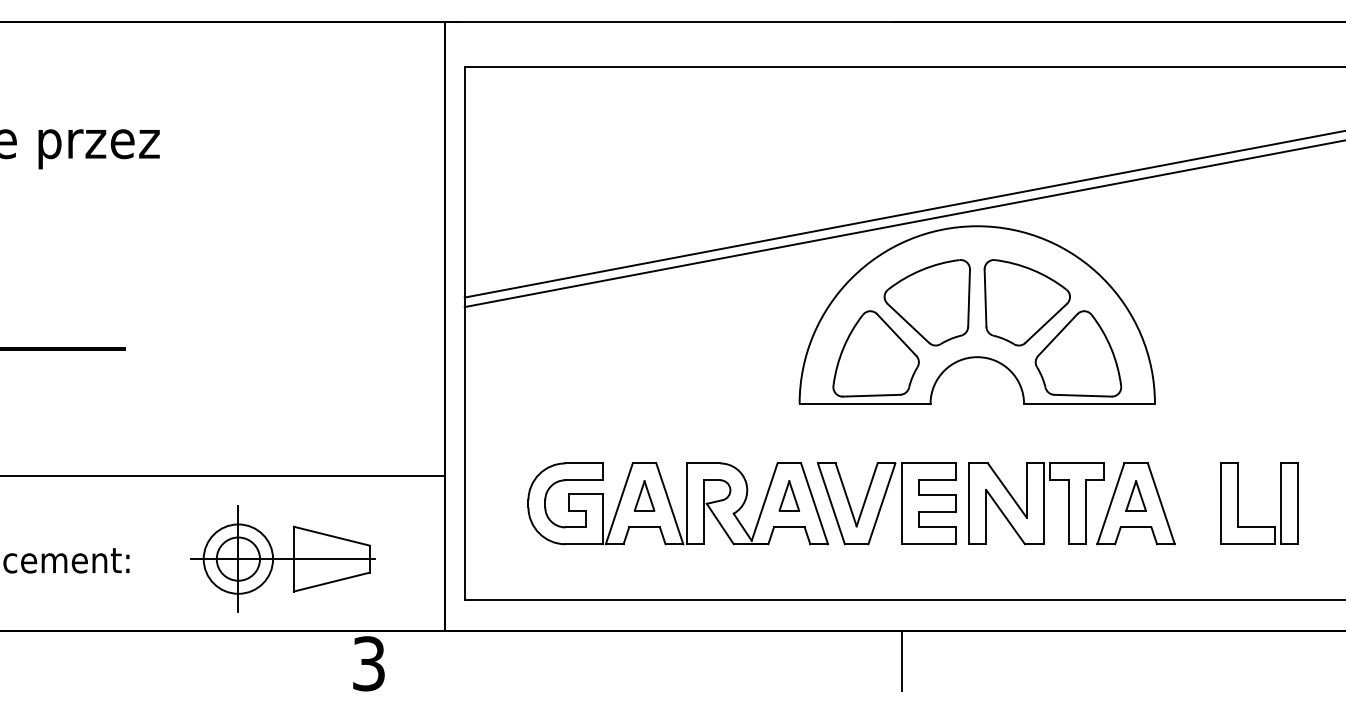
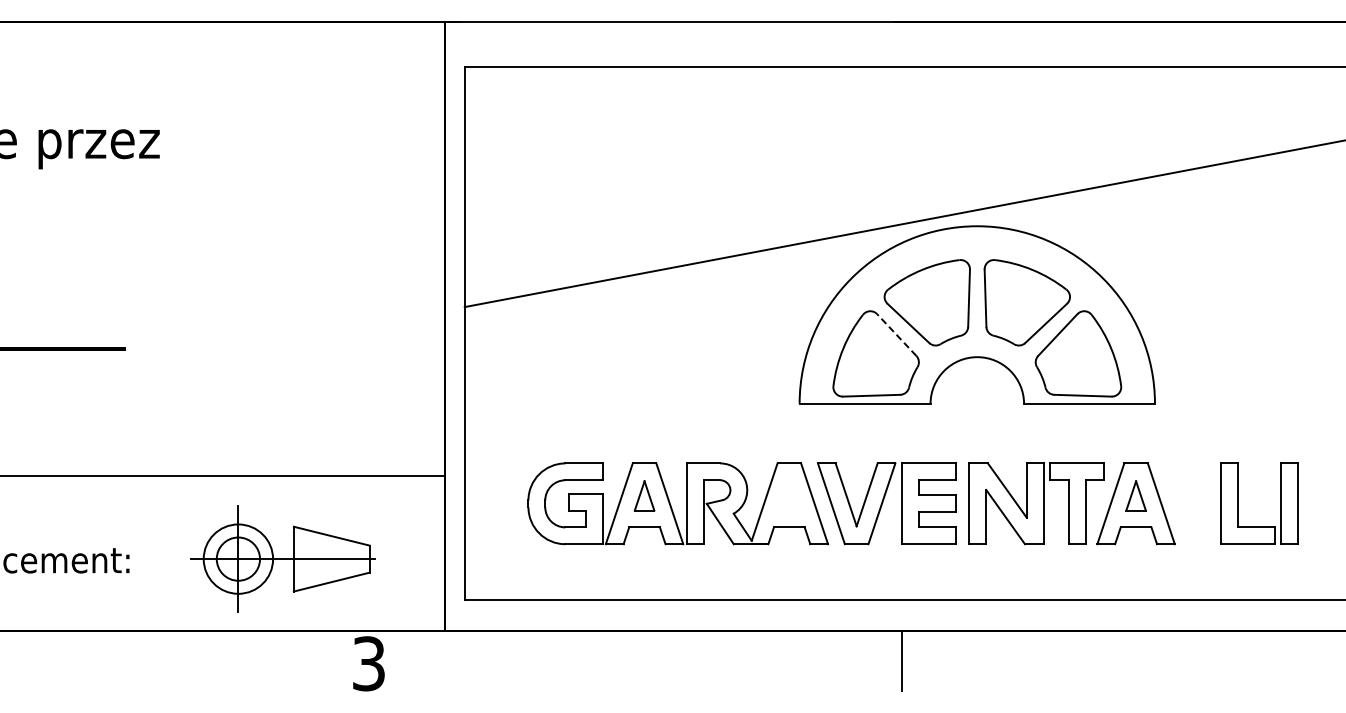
line at (903, 214): present -> none
line at (896, 335): solid -> dashed
part at (788, 495): present -> none
